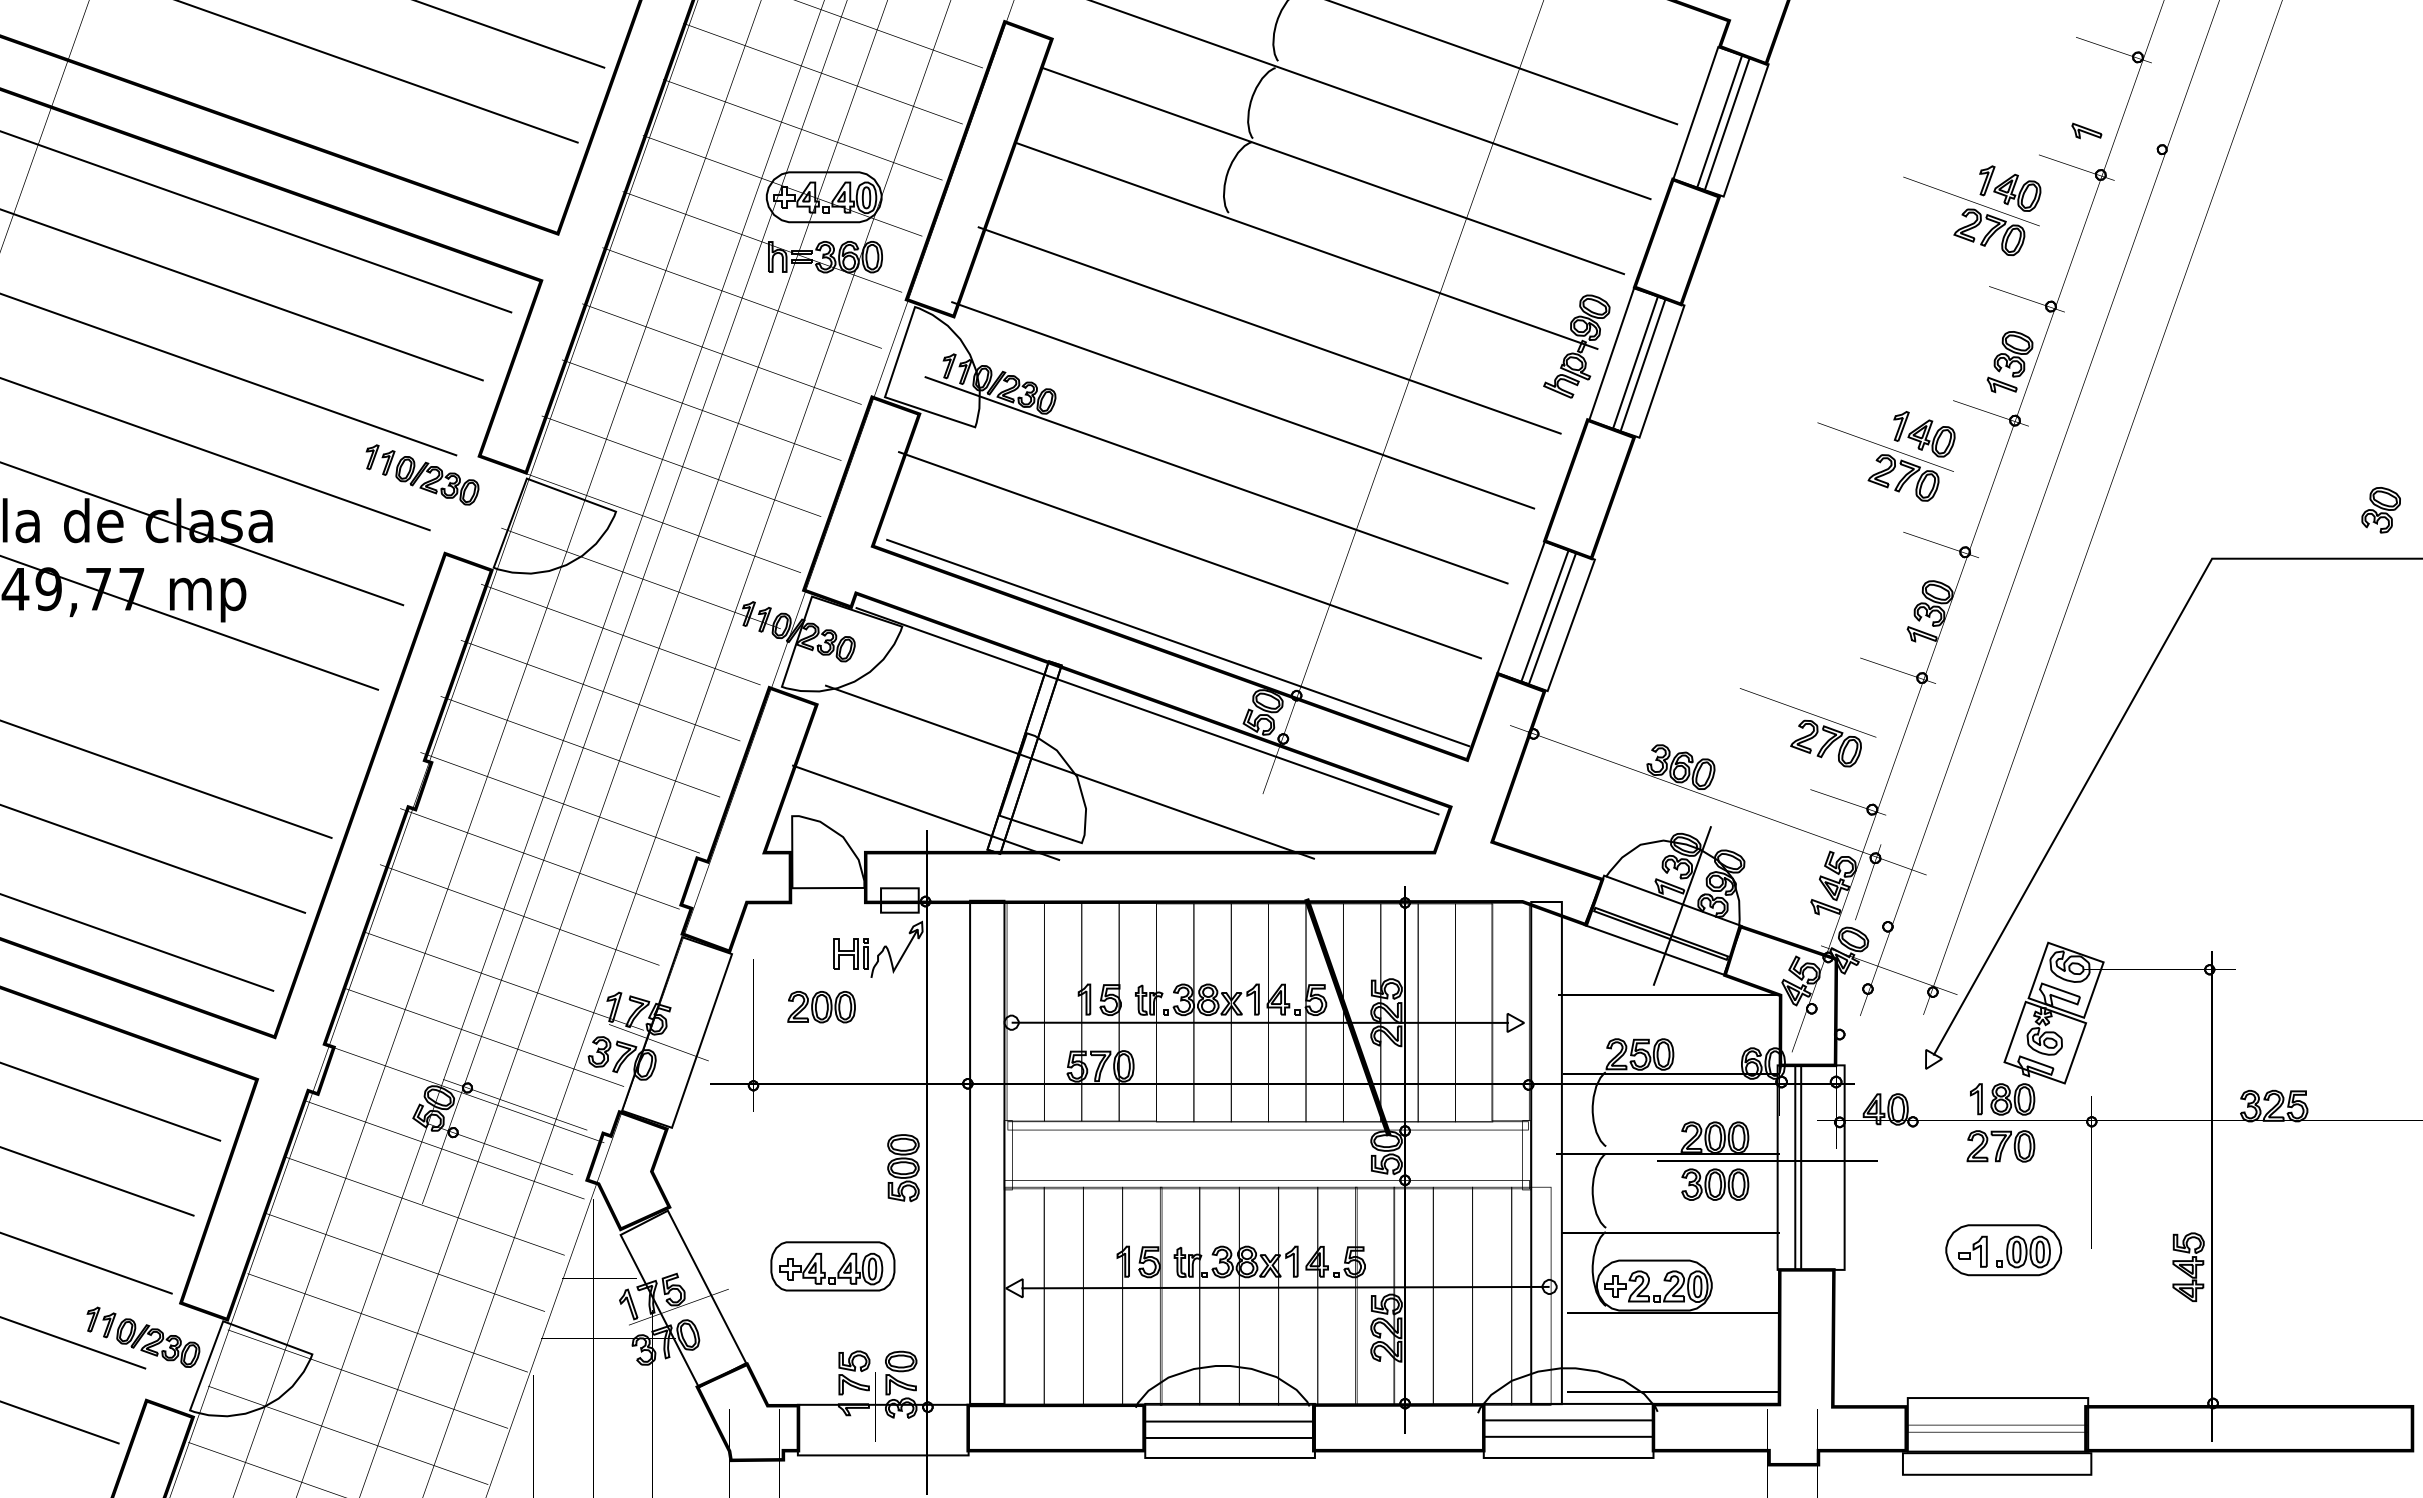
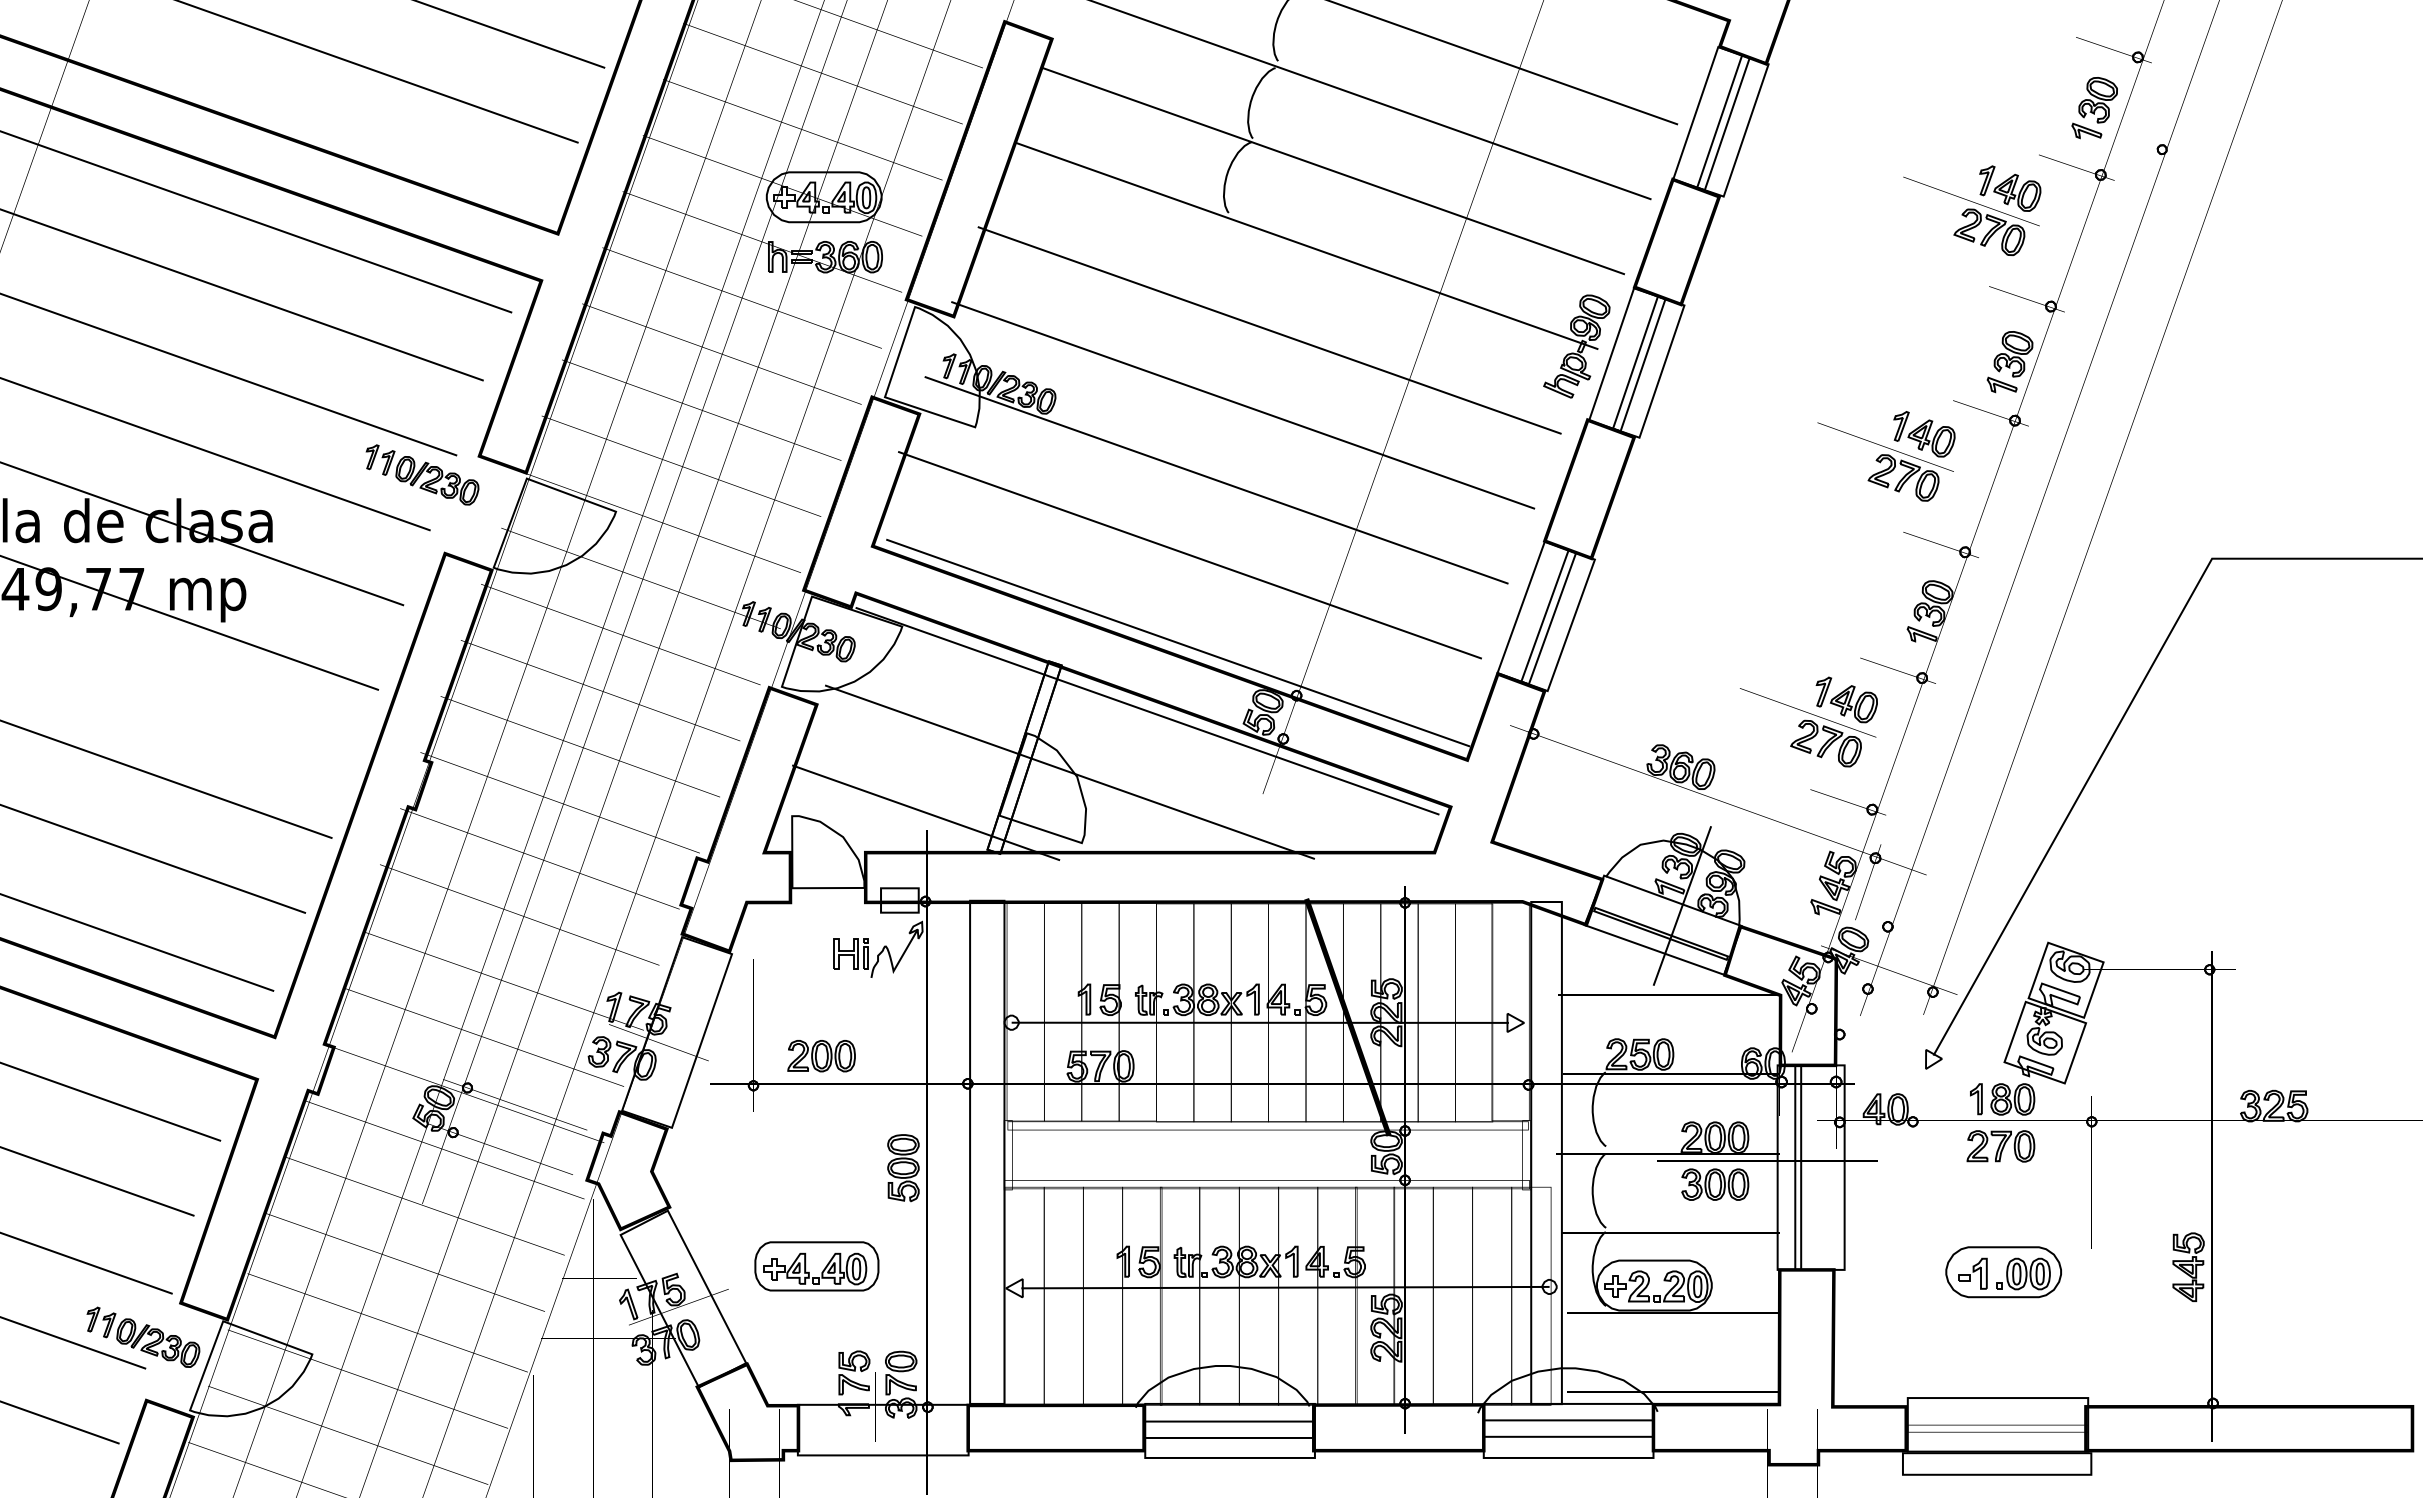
part at (2380, 510) position: (2380, 510) -> (2097, 100)
part at (1846, 699): none -> present
part at (821, 1007) position: (821, 1007) -> (821, 1056)
part at (2003, 1250) position: (2003, 1250) -> (2003, 1272)
part at (832, 1266) position: (832, 1266) -> (816, 1266)
